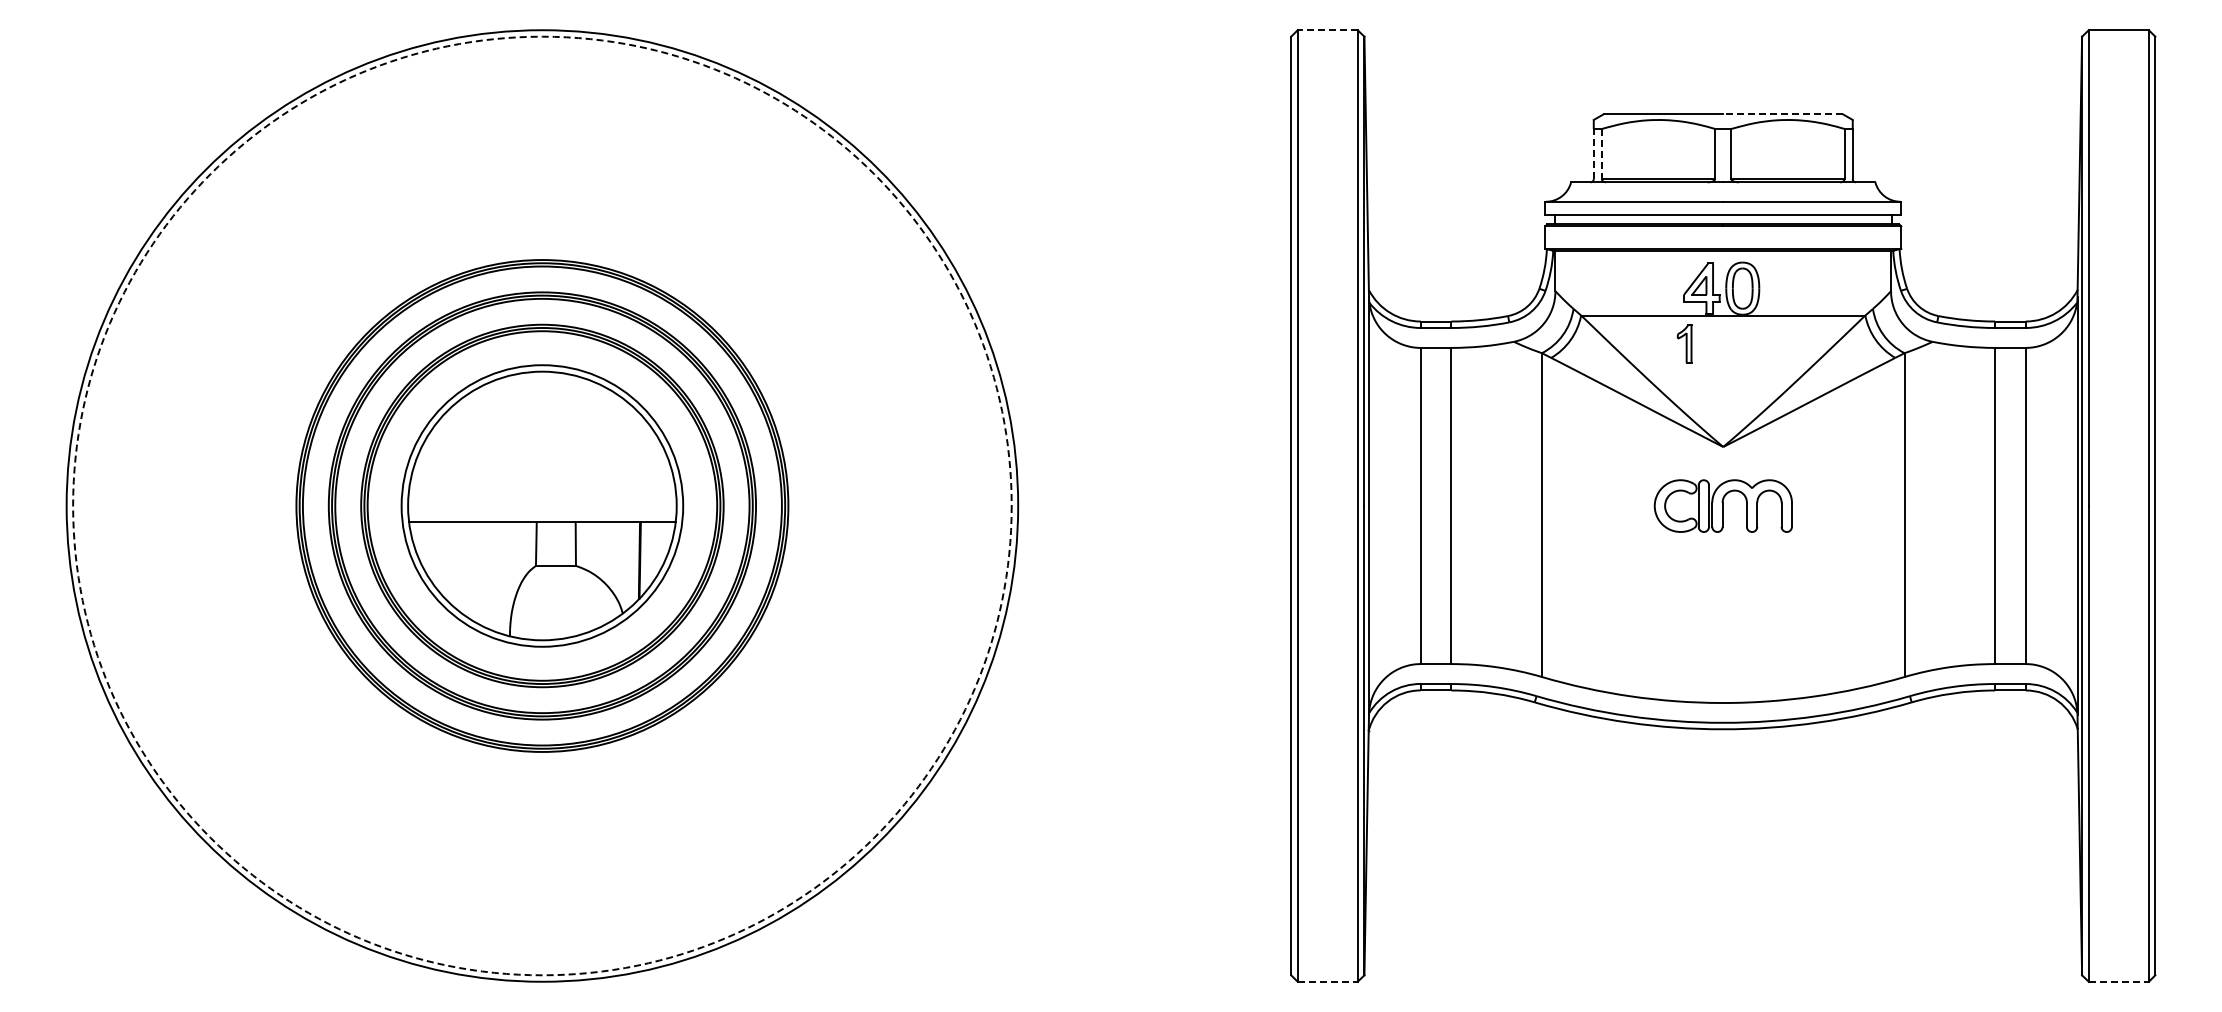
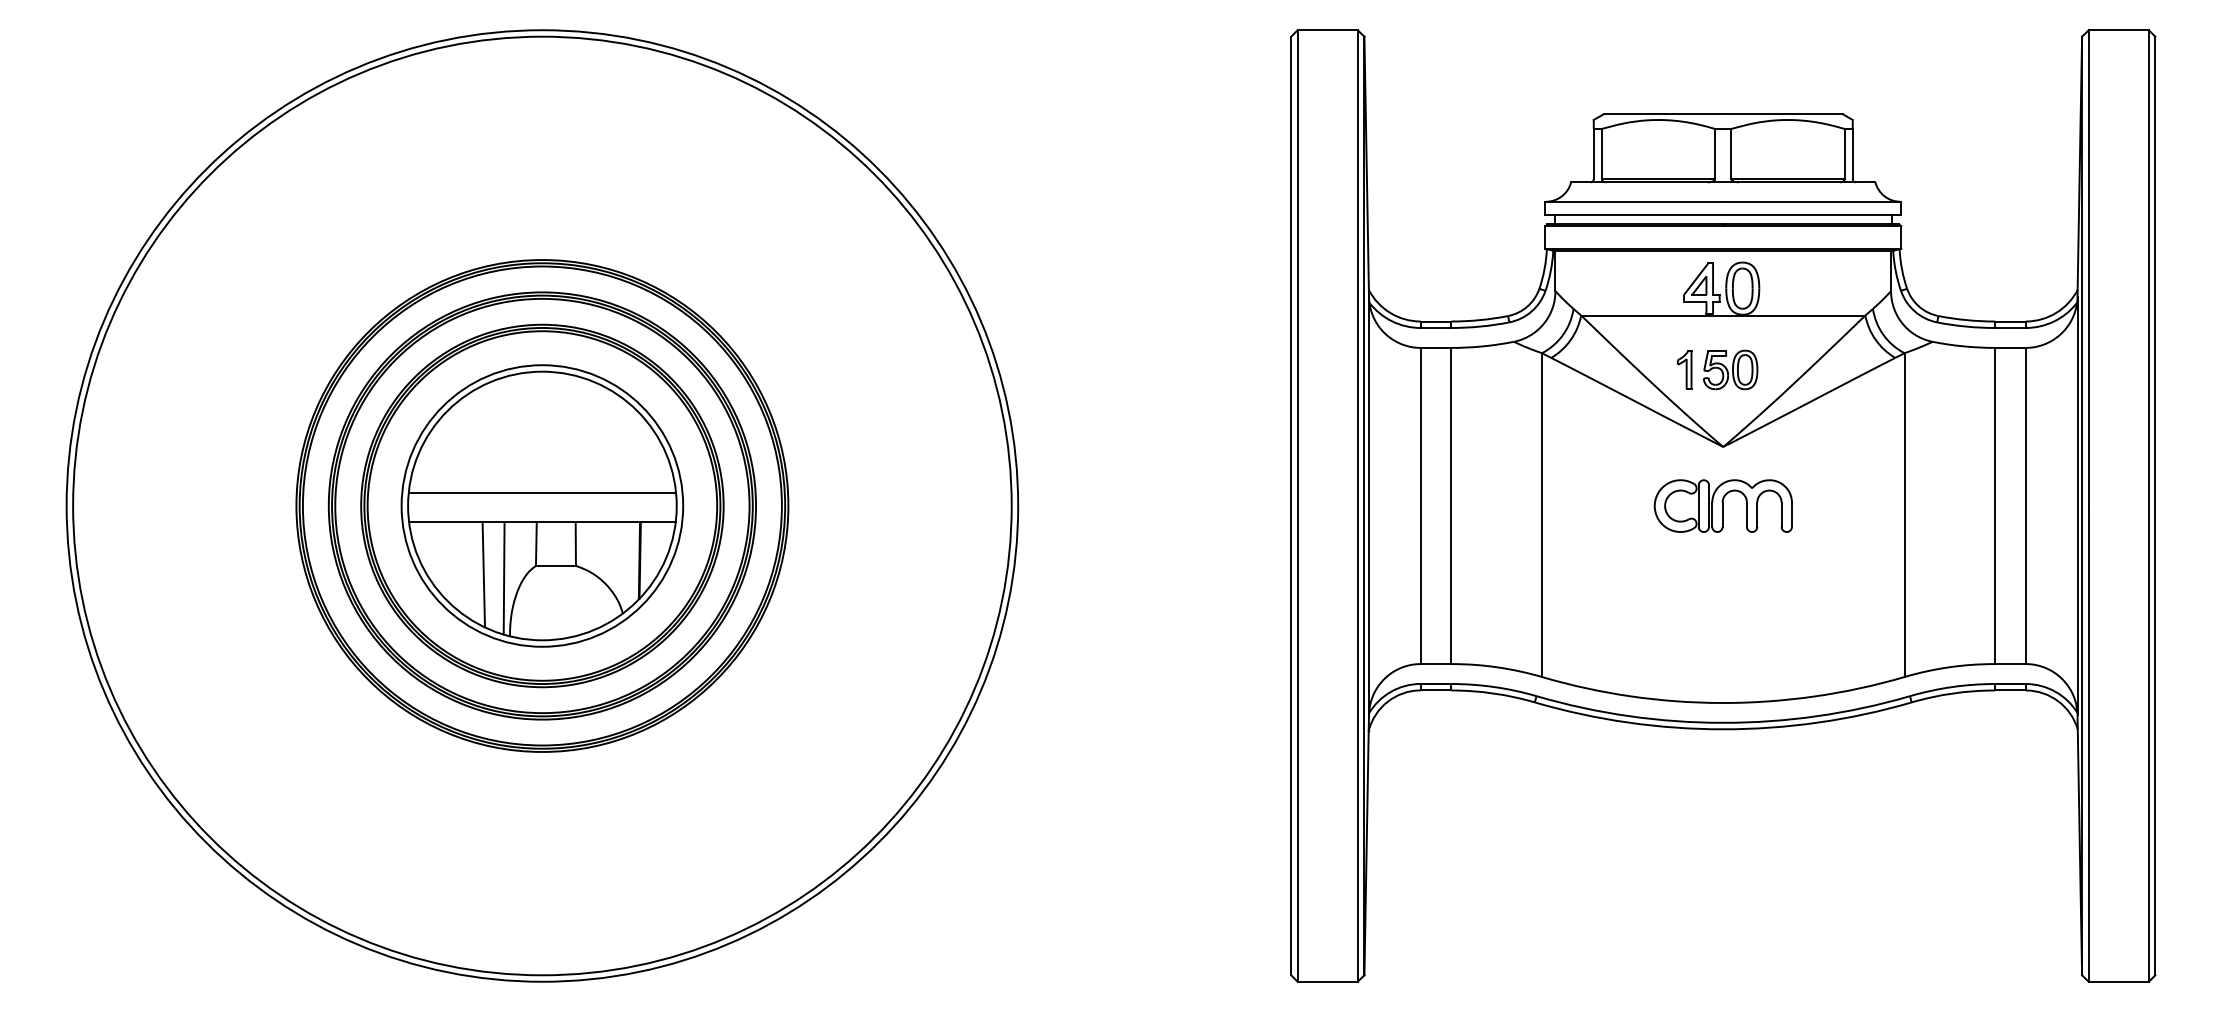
line at (1327, 30): dashed -> solid
line at (1783, 114): dashed -> solid
line at (1593, 153): dashed -> solid
line at (1601, 154): dashed -> solid
part at (1684, 343) position: (1684, 343) -> (1684, 369)
part at (1730, 369): none -> present
line at (542, 492): none -> present
circle at (542, 505): dashed -> solid
line at (483, 574): none -> present
line at (503, 578): none -> present
line at (1328, 981): dashed -> solid
line at (2119, 981): dashed -> solid
